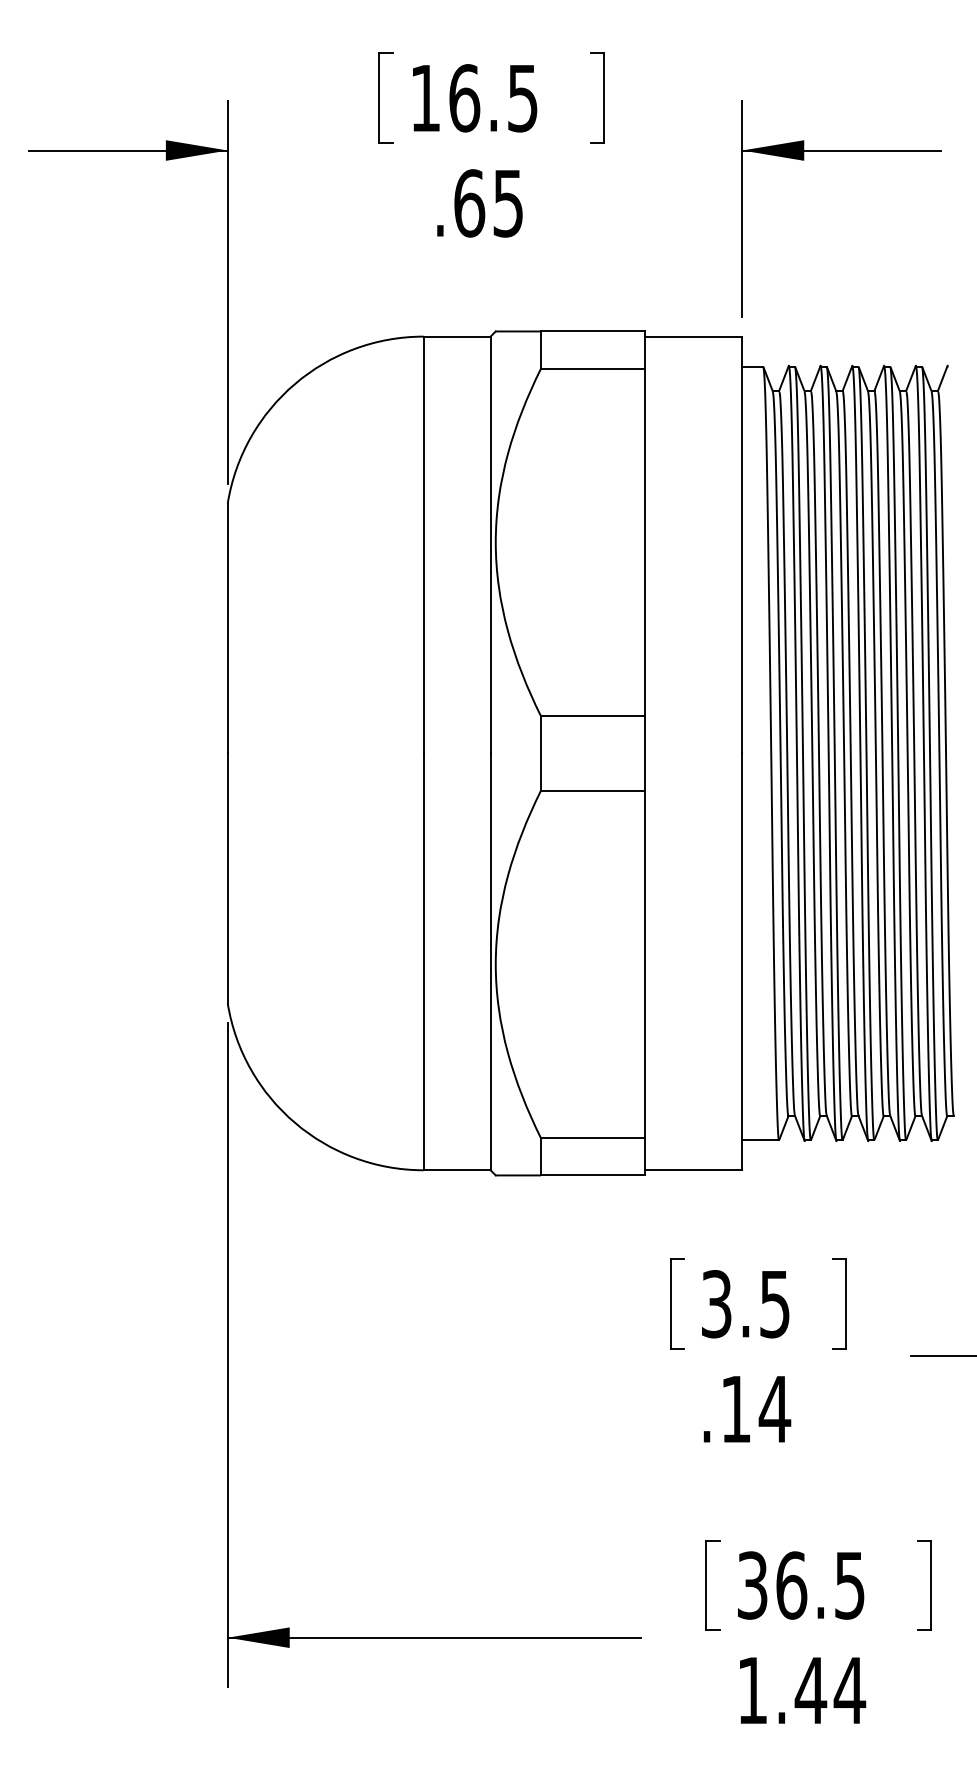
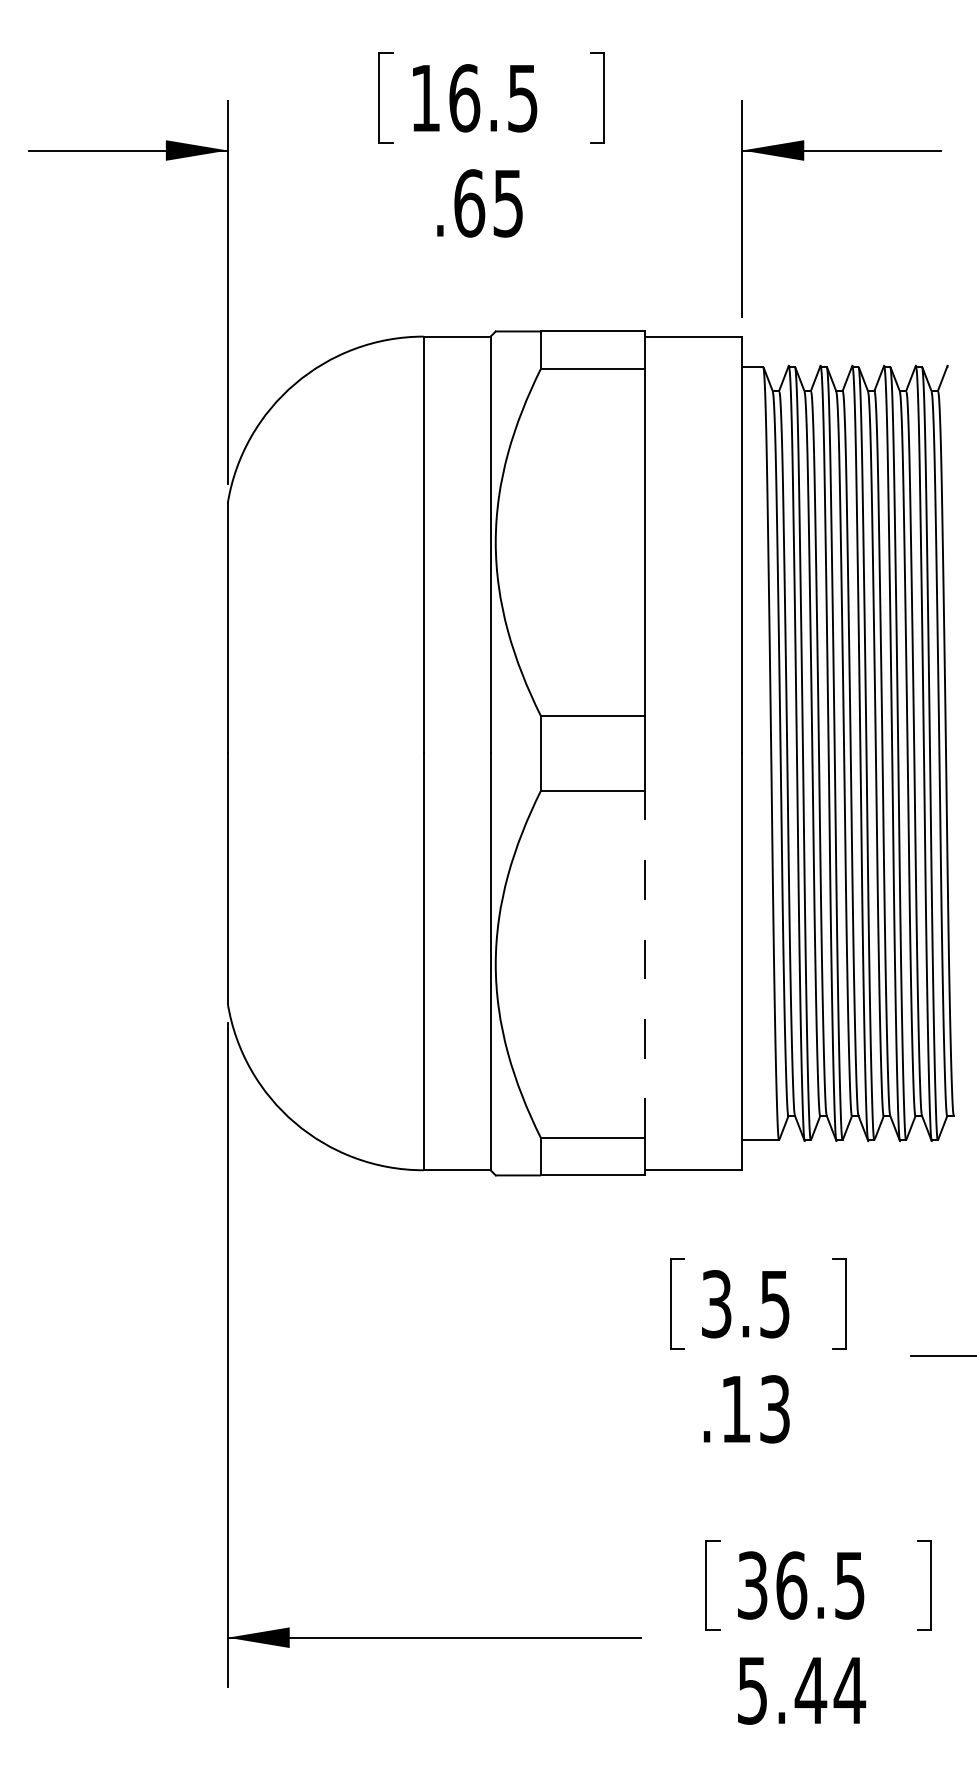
line at (644, 964): solid -> dashed
text at (774, 1409): .14 -> .13
text at (752, 1690): 1.44 -> 5.44
